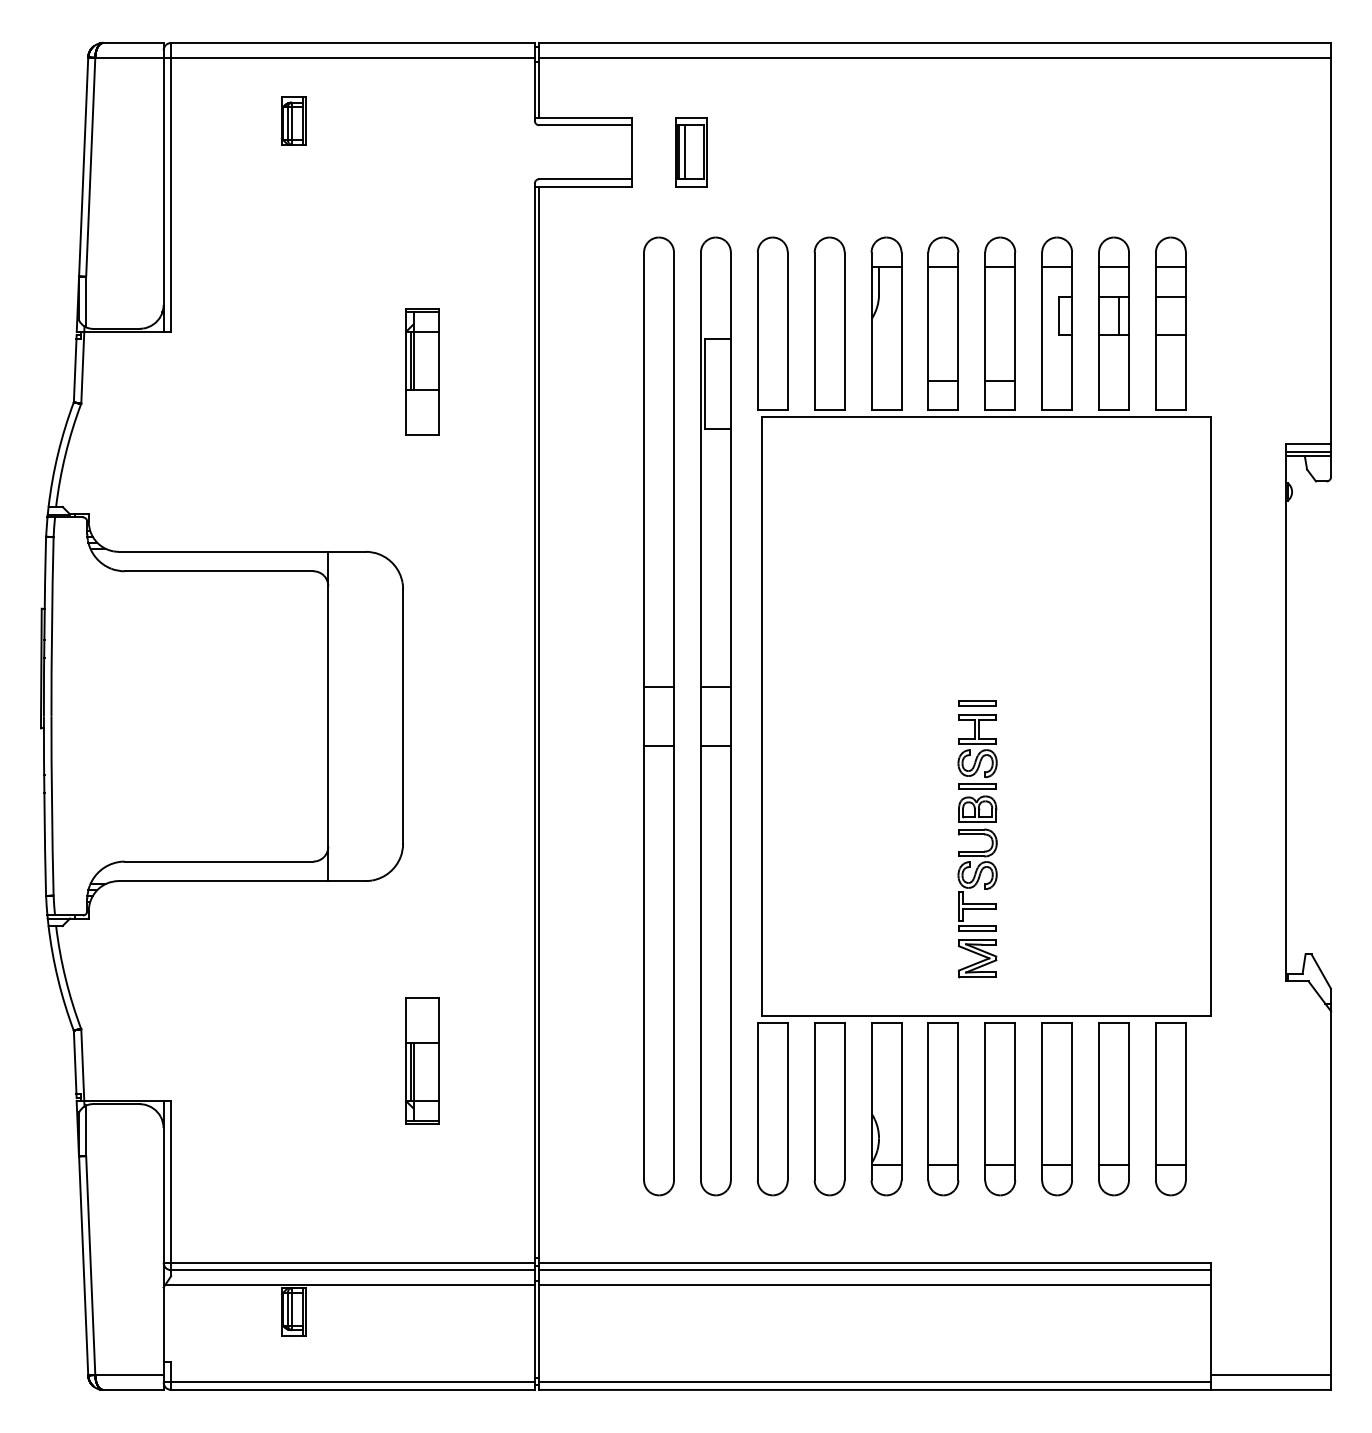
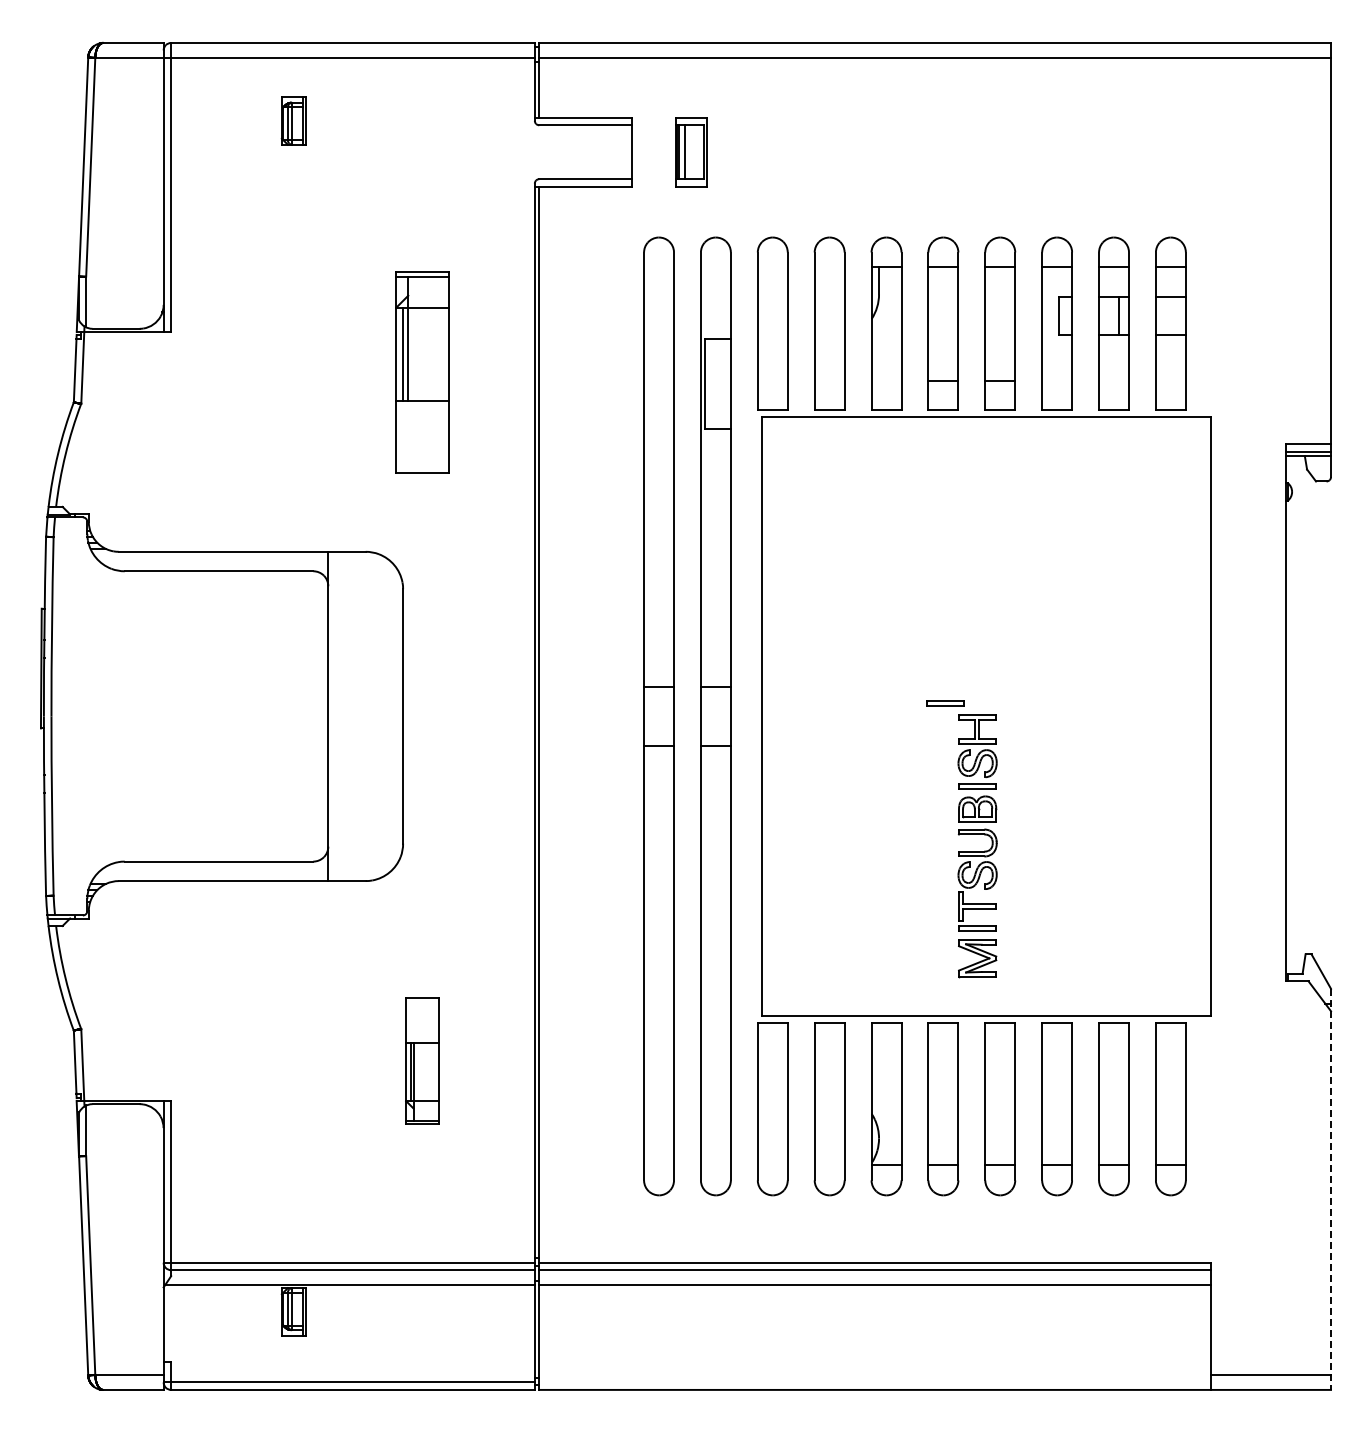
part at (422, 371) size: 35x128 px -> 55x203 px
part at (977, 703) position: (977, 703) -> (945, 703)
line at (1331, 1189): solid -> dashed
line at (875, 1382): present -> none
